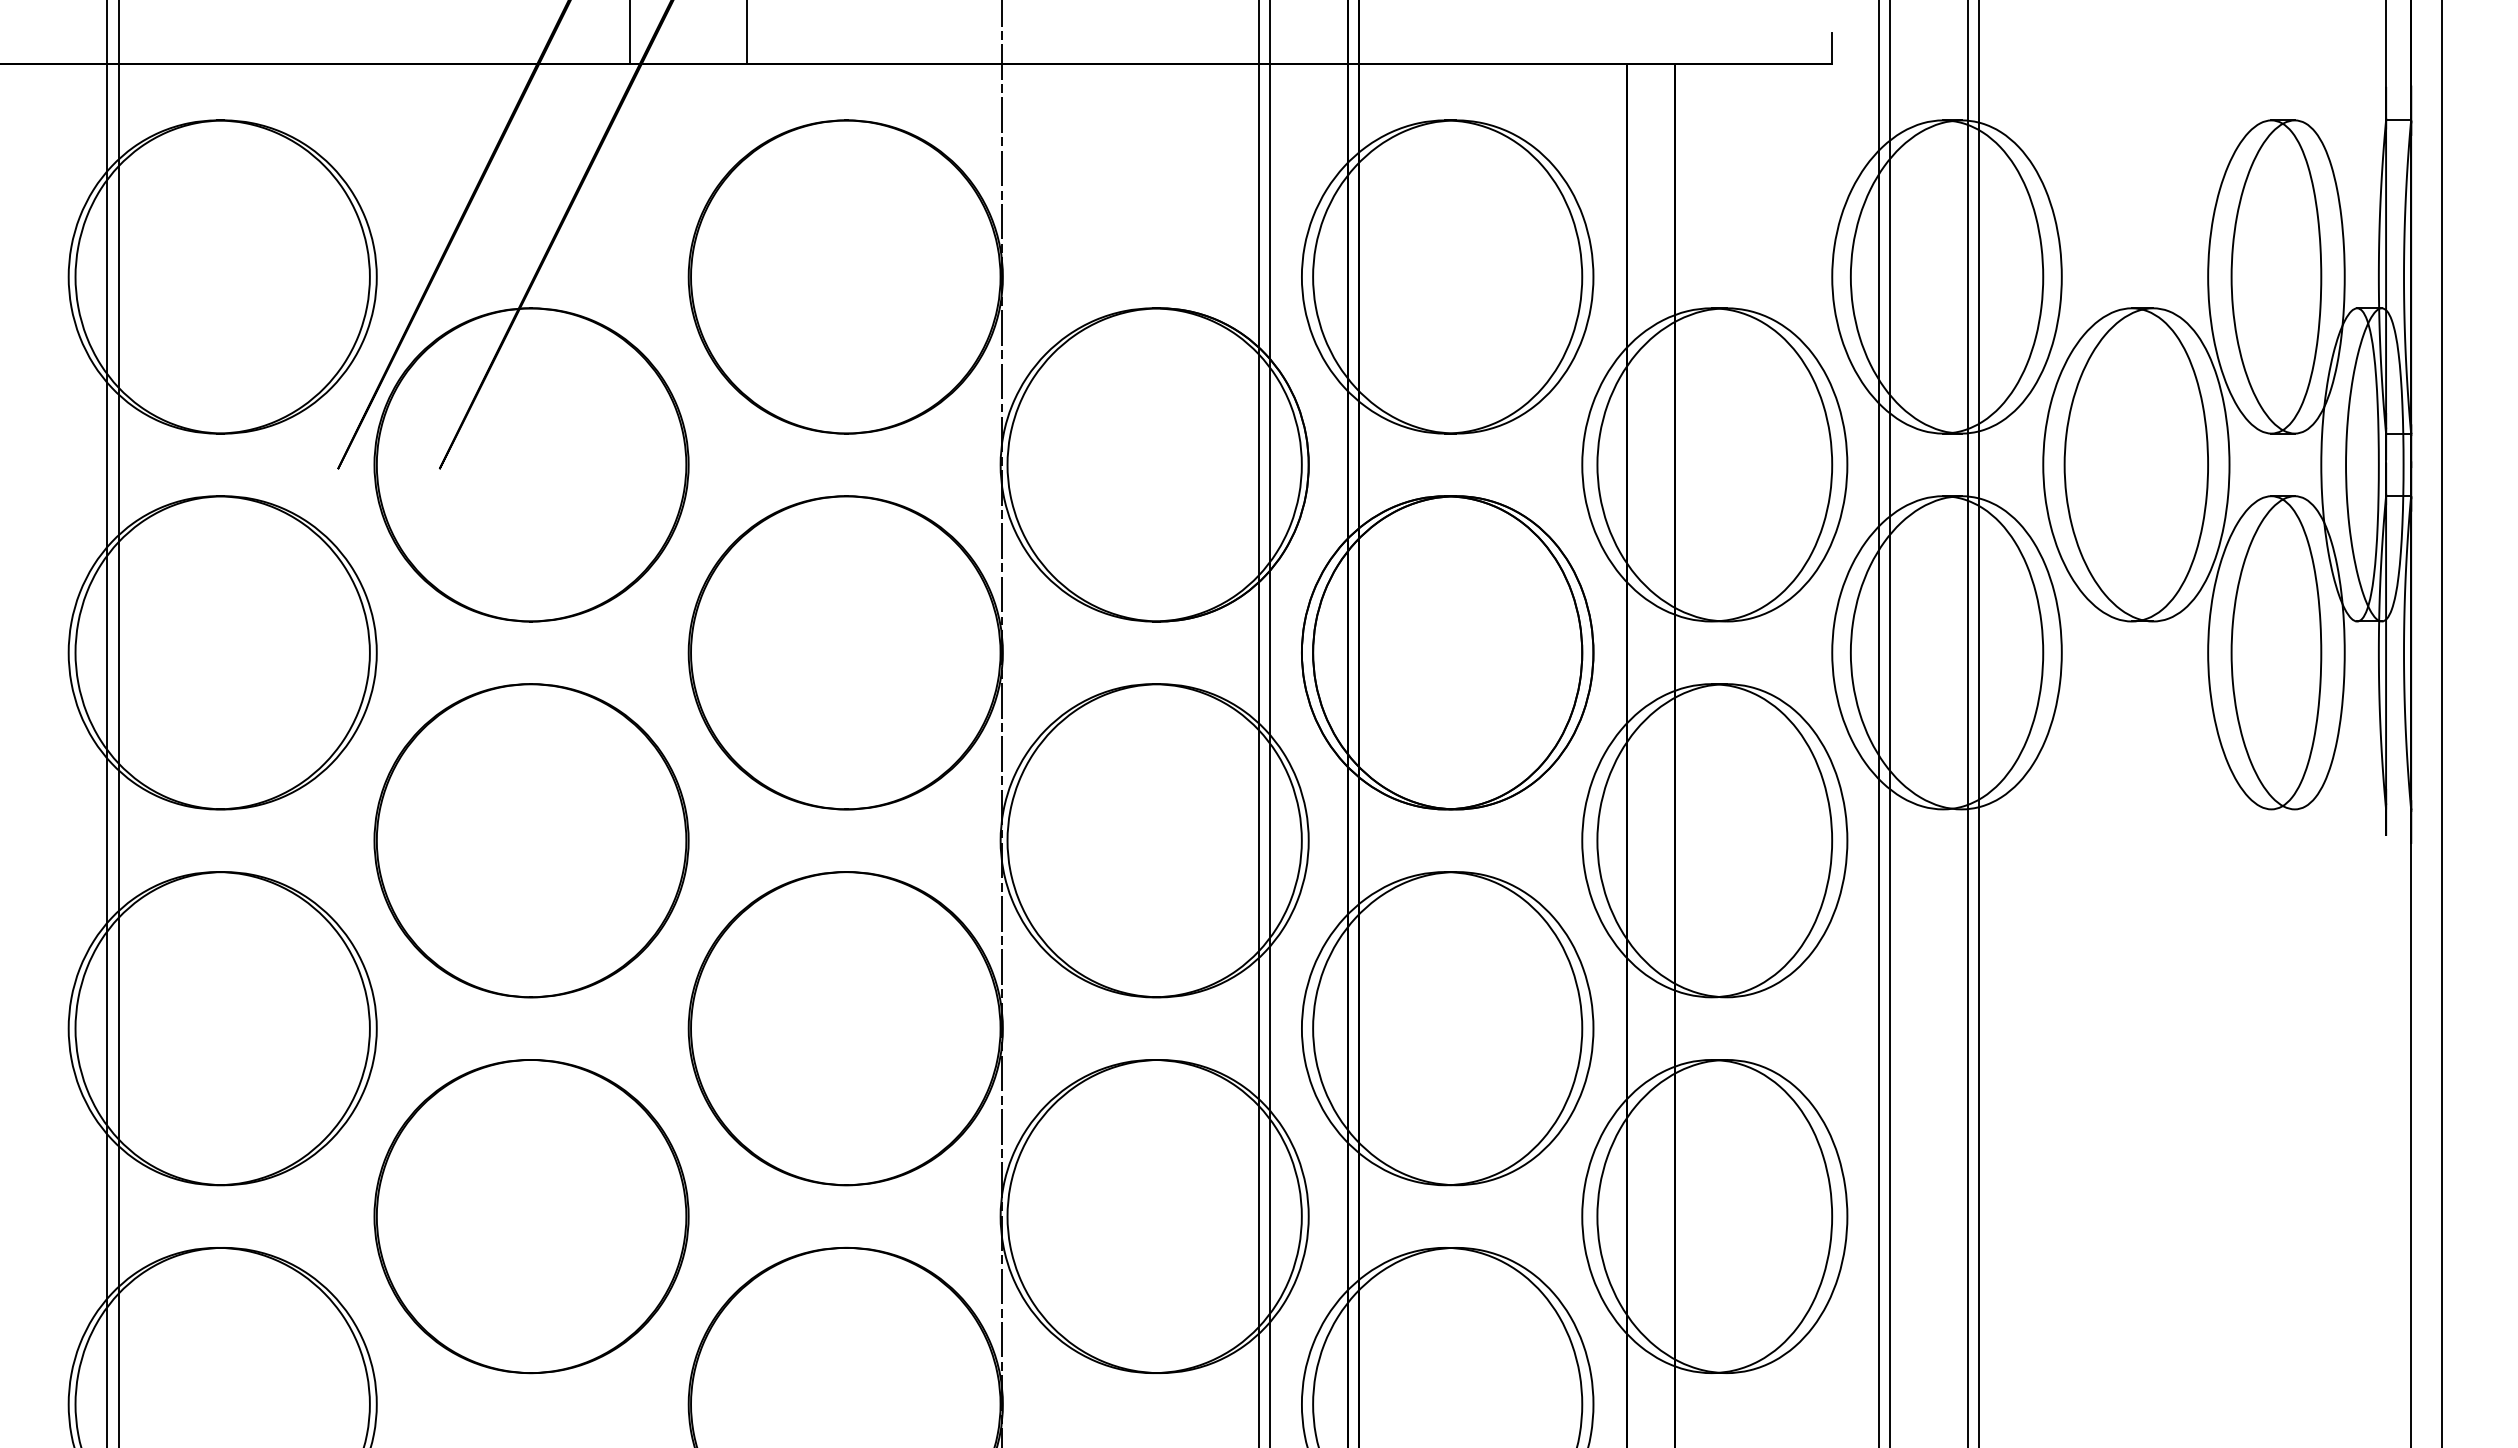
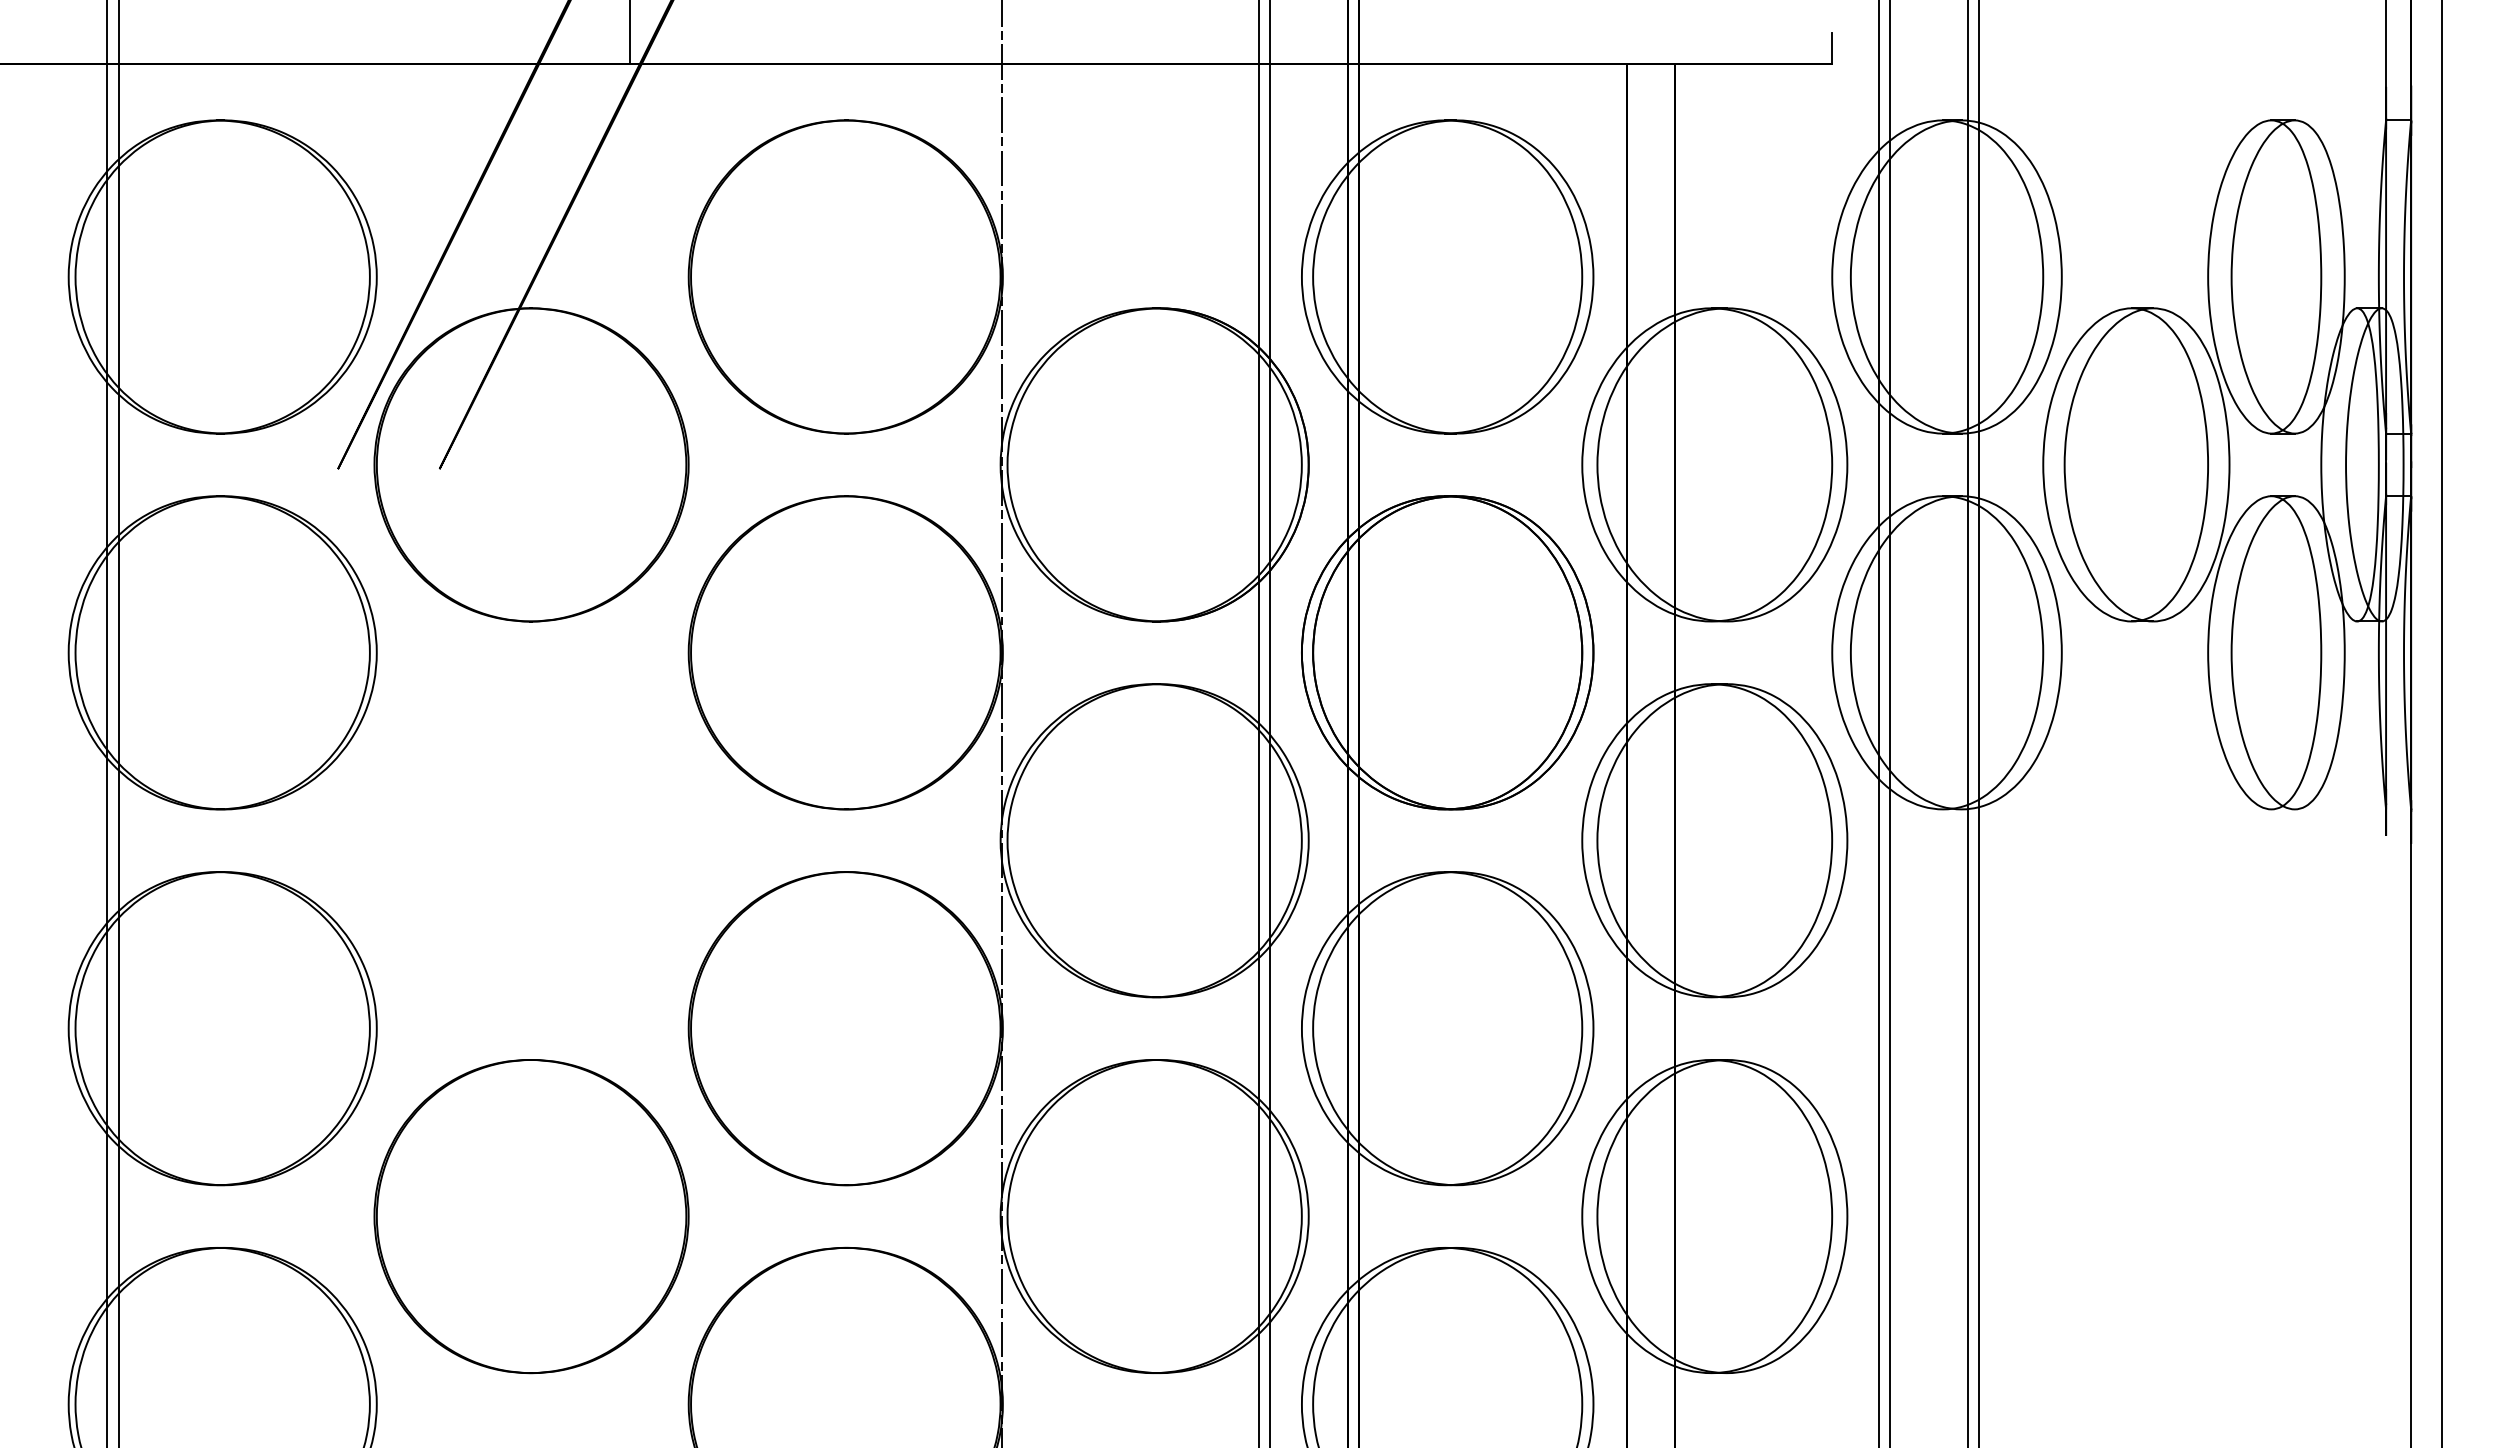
line at (747, 33): present -> none
part at (531, 840): present -> none
